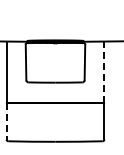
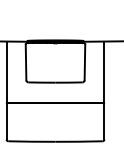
line at (104, 72): dashed -> solid
line at (6, 122): dashed -> solid
